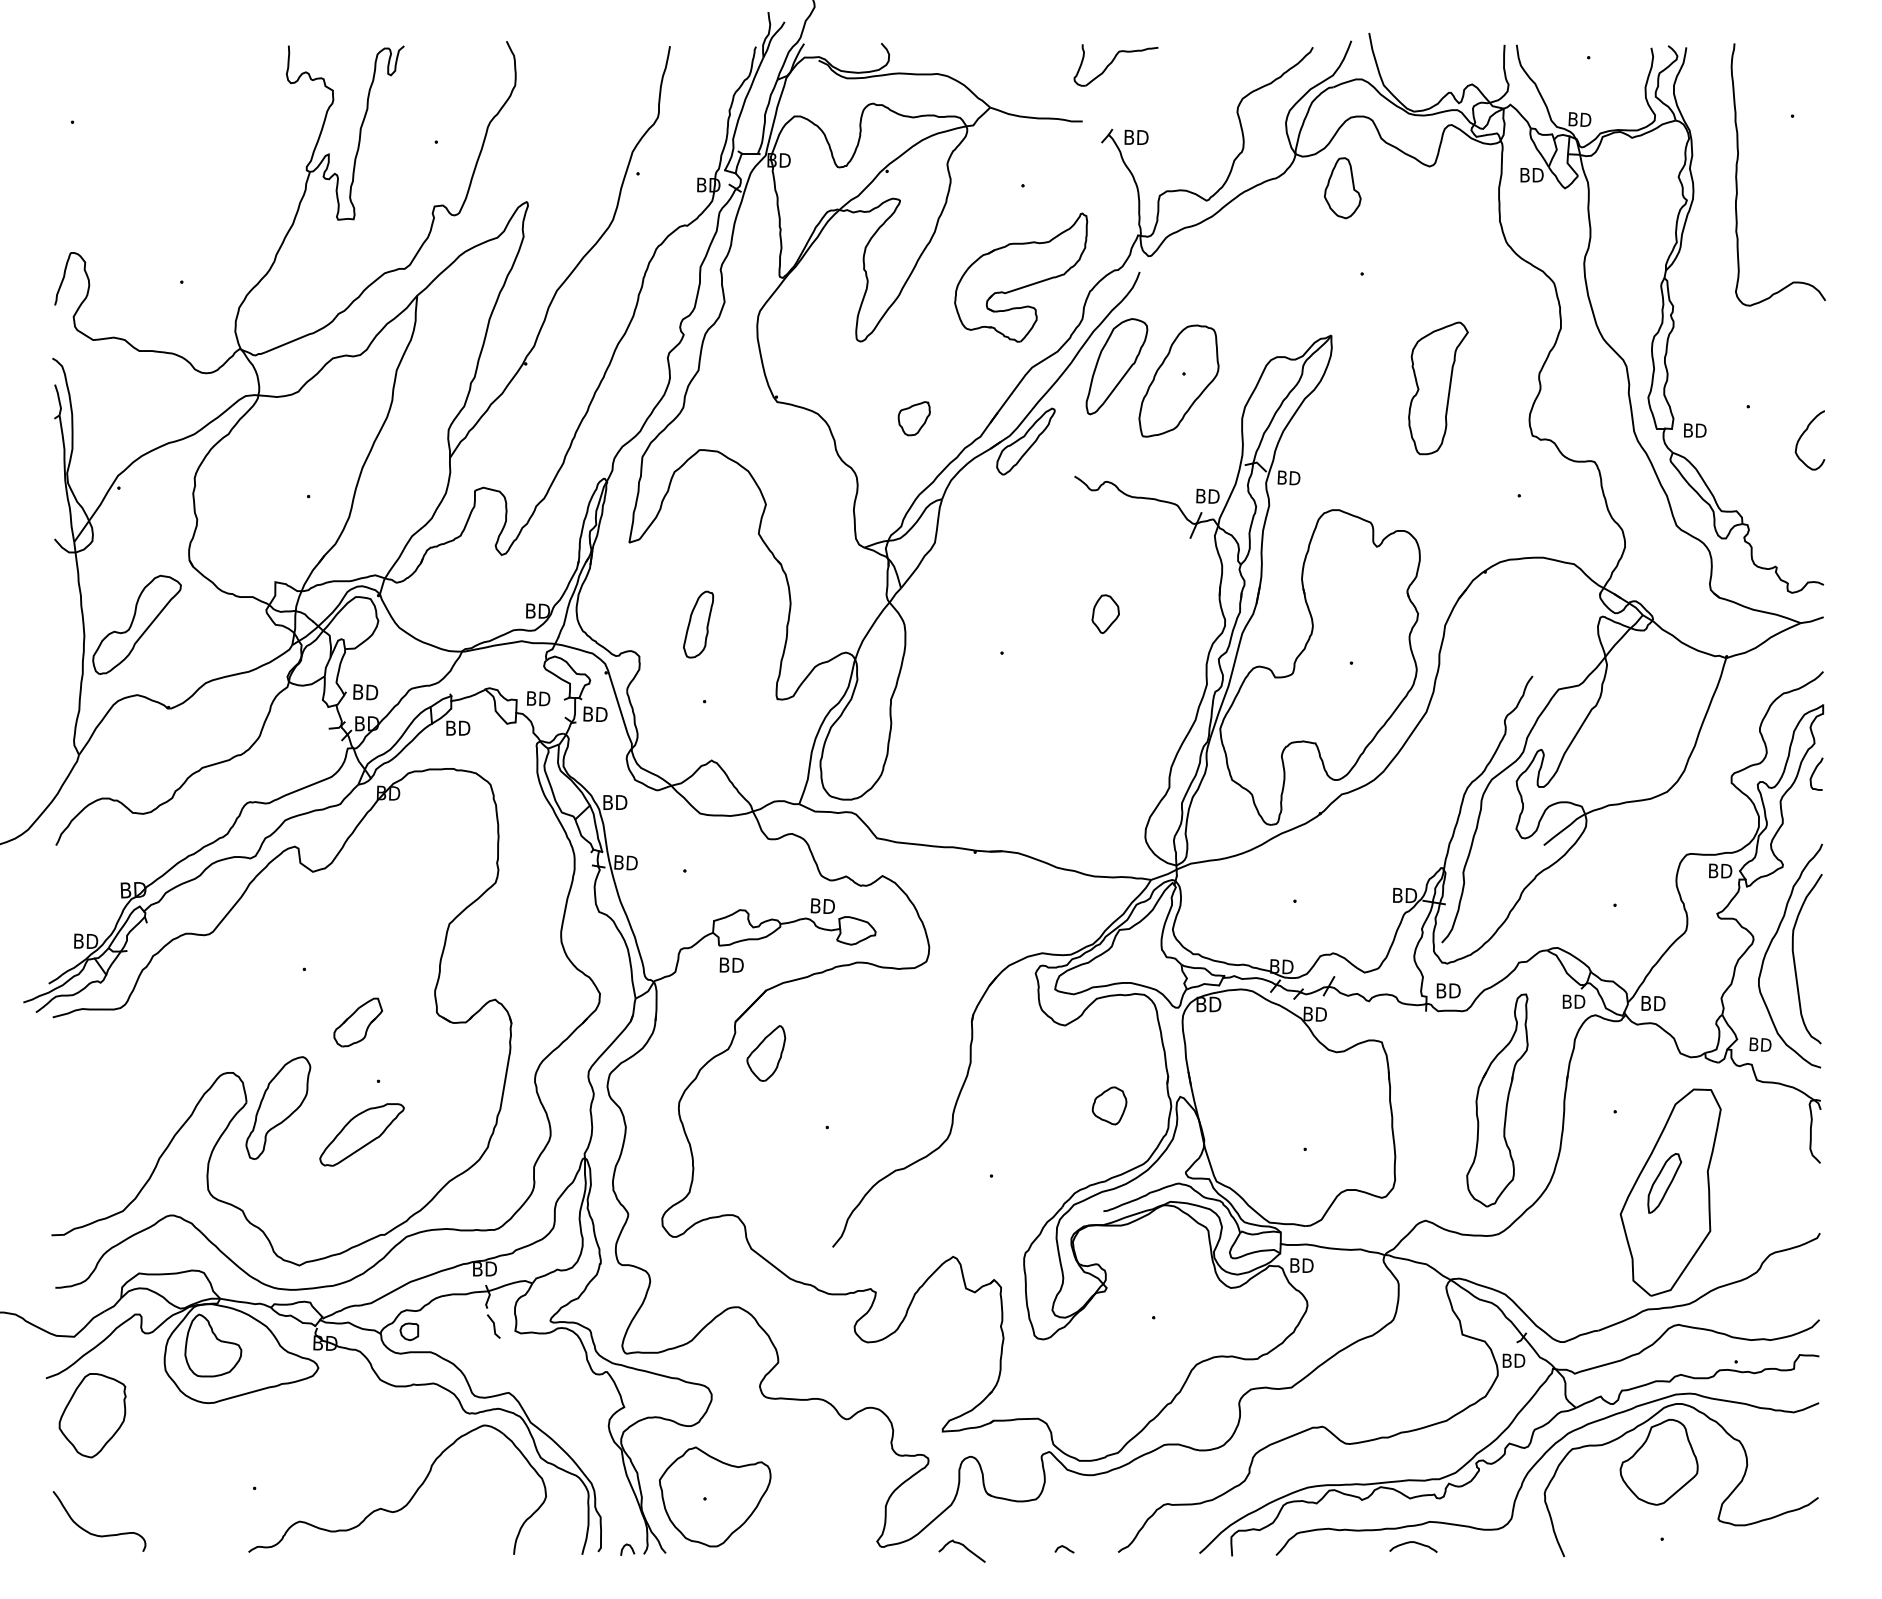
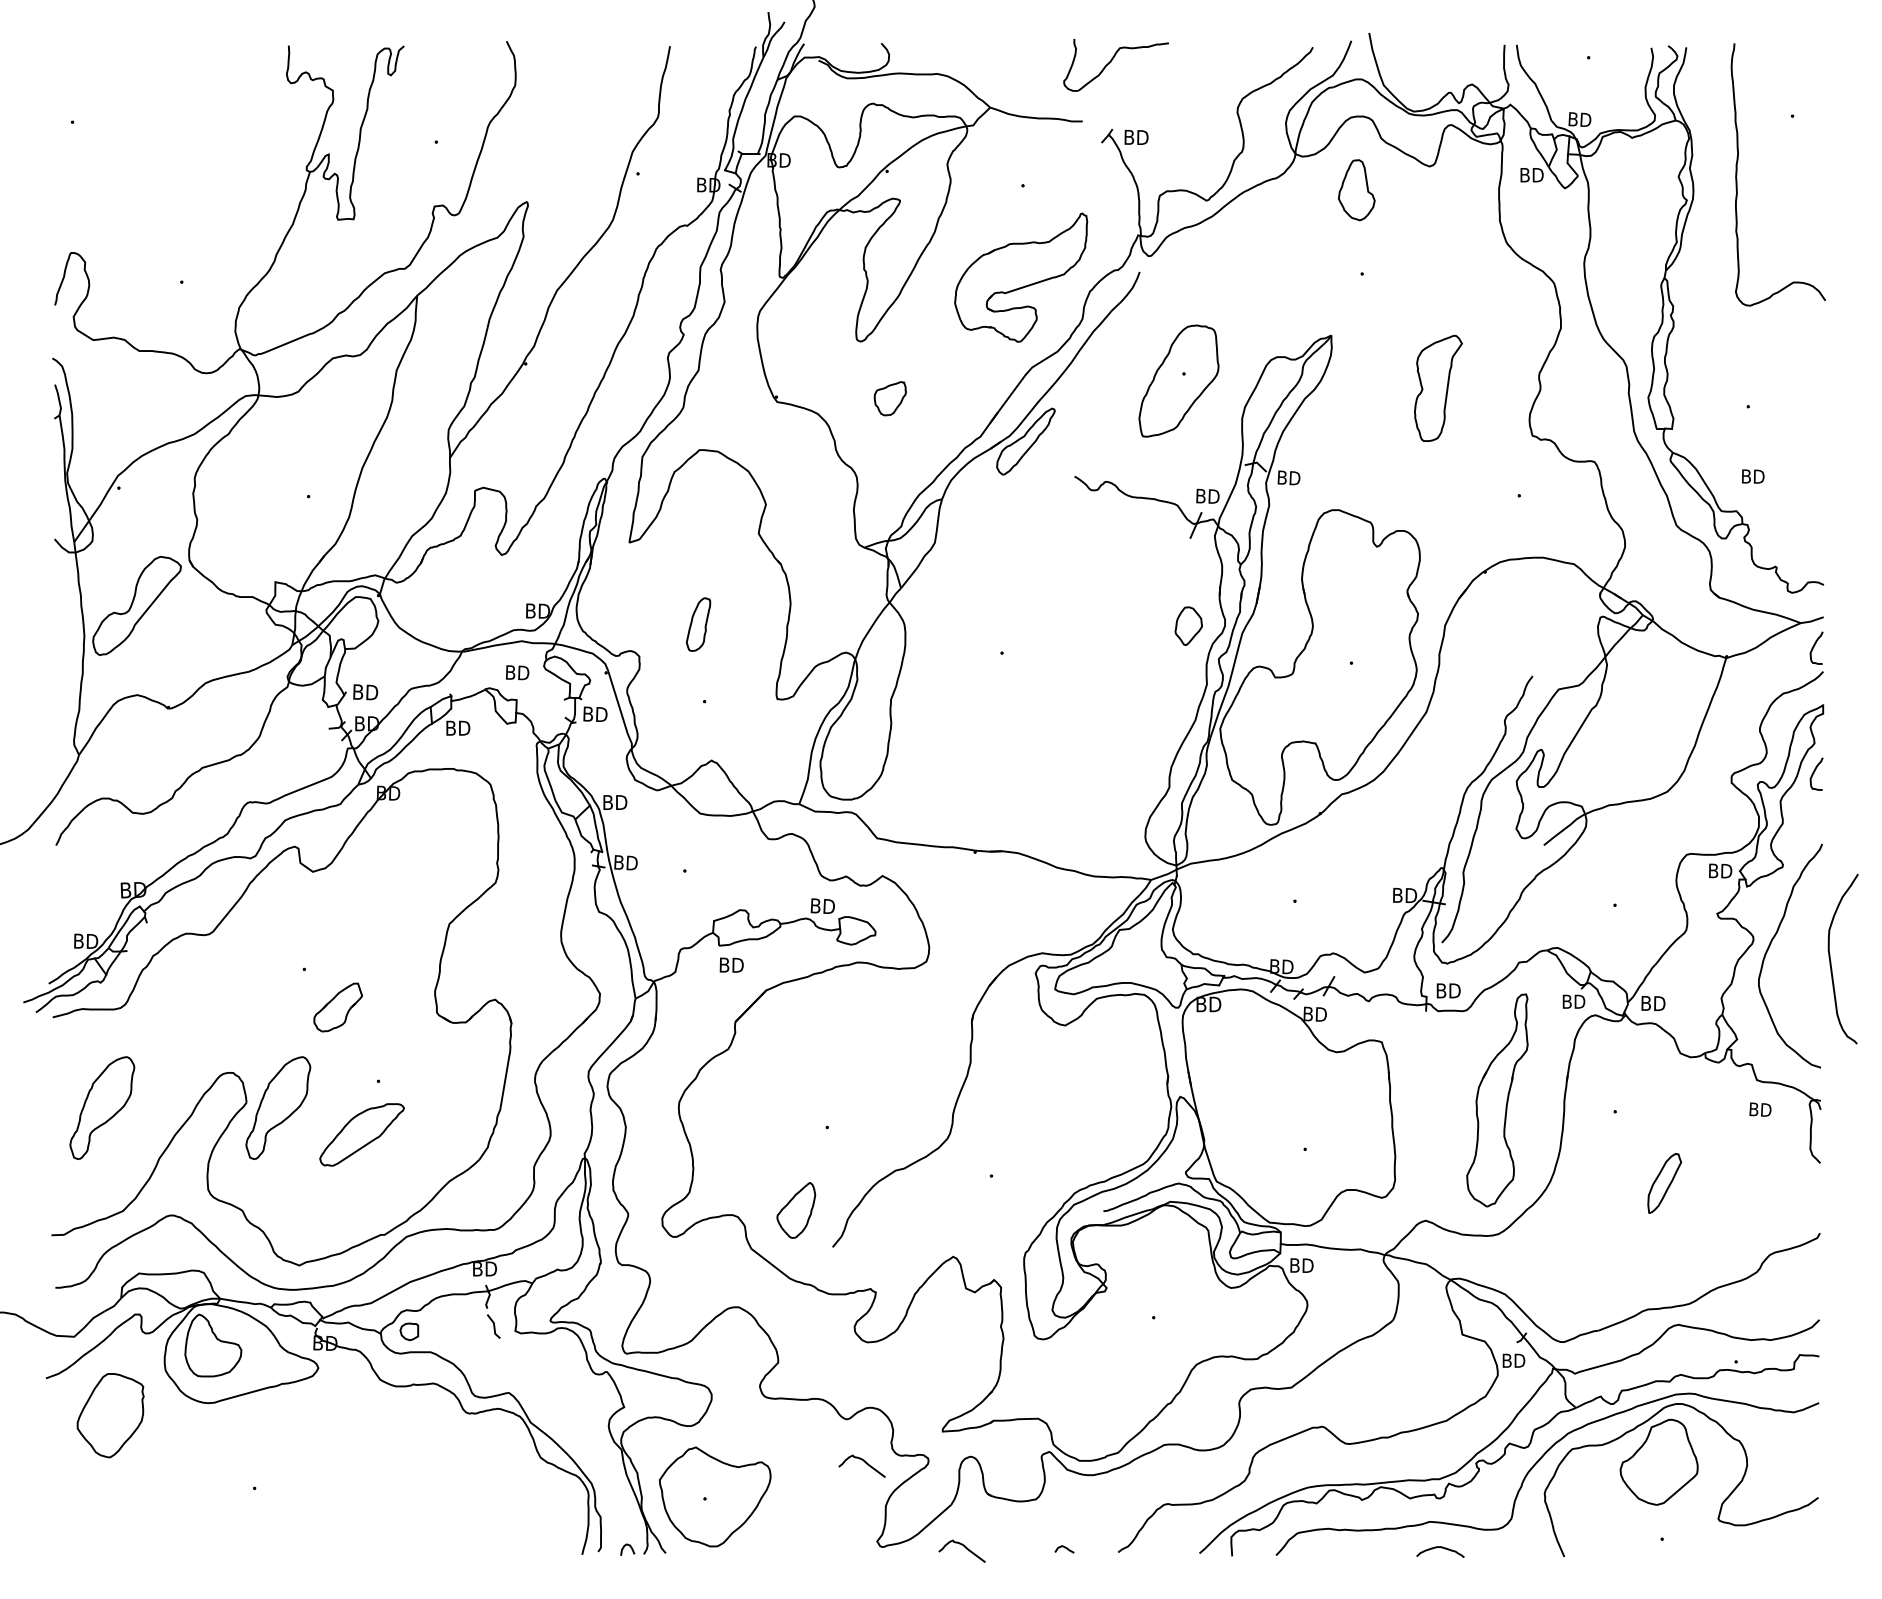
part at (1115, 65) size: 86x43 px -> 106x53 px
part at (1342, 188) position: (1342, 188) -> (1356, 190)
part at (1116, 366): present -> none
part at (1438, 388) size: 61x135 px -> 49x108 px
part at (913, 418) position: (913, 418) -> (889, 398)
text at (1695, 430) position: (1695, 430) -> (1753, 476)
curve at (1802, 436): present -> none
part at (1105, 613) position: (1105, 613) -> (1188, 625)
part at (136, 624) position: (136, 624) -> (136, 605)
part at (698, 624) size: 31x69 px -> 26x55 px
curve at (1814, 647): none -> present
text at (538, 698) position: (538, 698) -> (517, 672)
curve at (1795, 961) position: (1795, 961) -> (1831, 961)
part at (357, 1022) position: (357, 1022) -> (337, 1007)
text at (1760, 1044) position: (1760, 1044) -> (1760, 1109)
part at (766, 1053) position: (766, 1053) -> (796, 1210)
part at (1109, 1105): present -> none
part at (102, 1107): none -> present
part at (1670, 1192): present -> none
part at (92, 1415) position: (92, 1415) -> (110, 1415)
curve at (864, 1462): none -> present
part at (409, 1499): present -> none
curve at (97, 1534): present -> none
curve at (1414, 1543) position: (1414, 1543) -> (1441, 1548)
